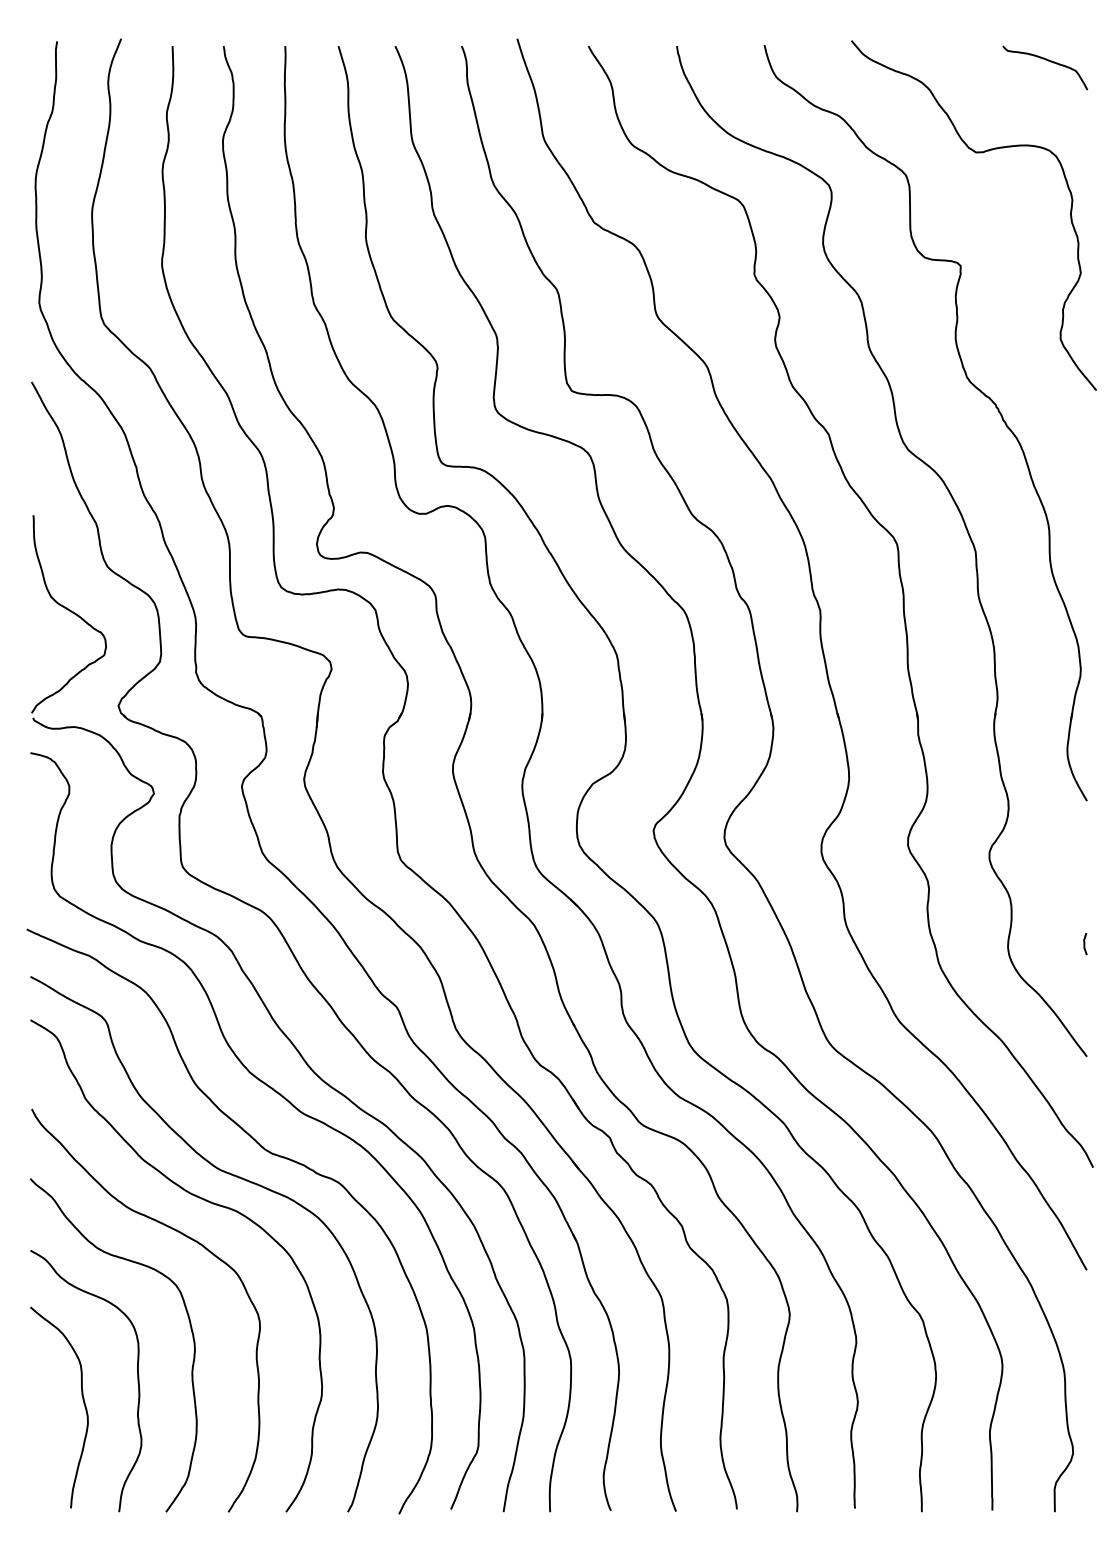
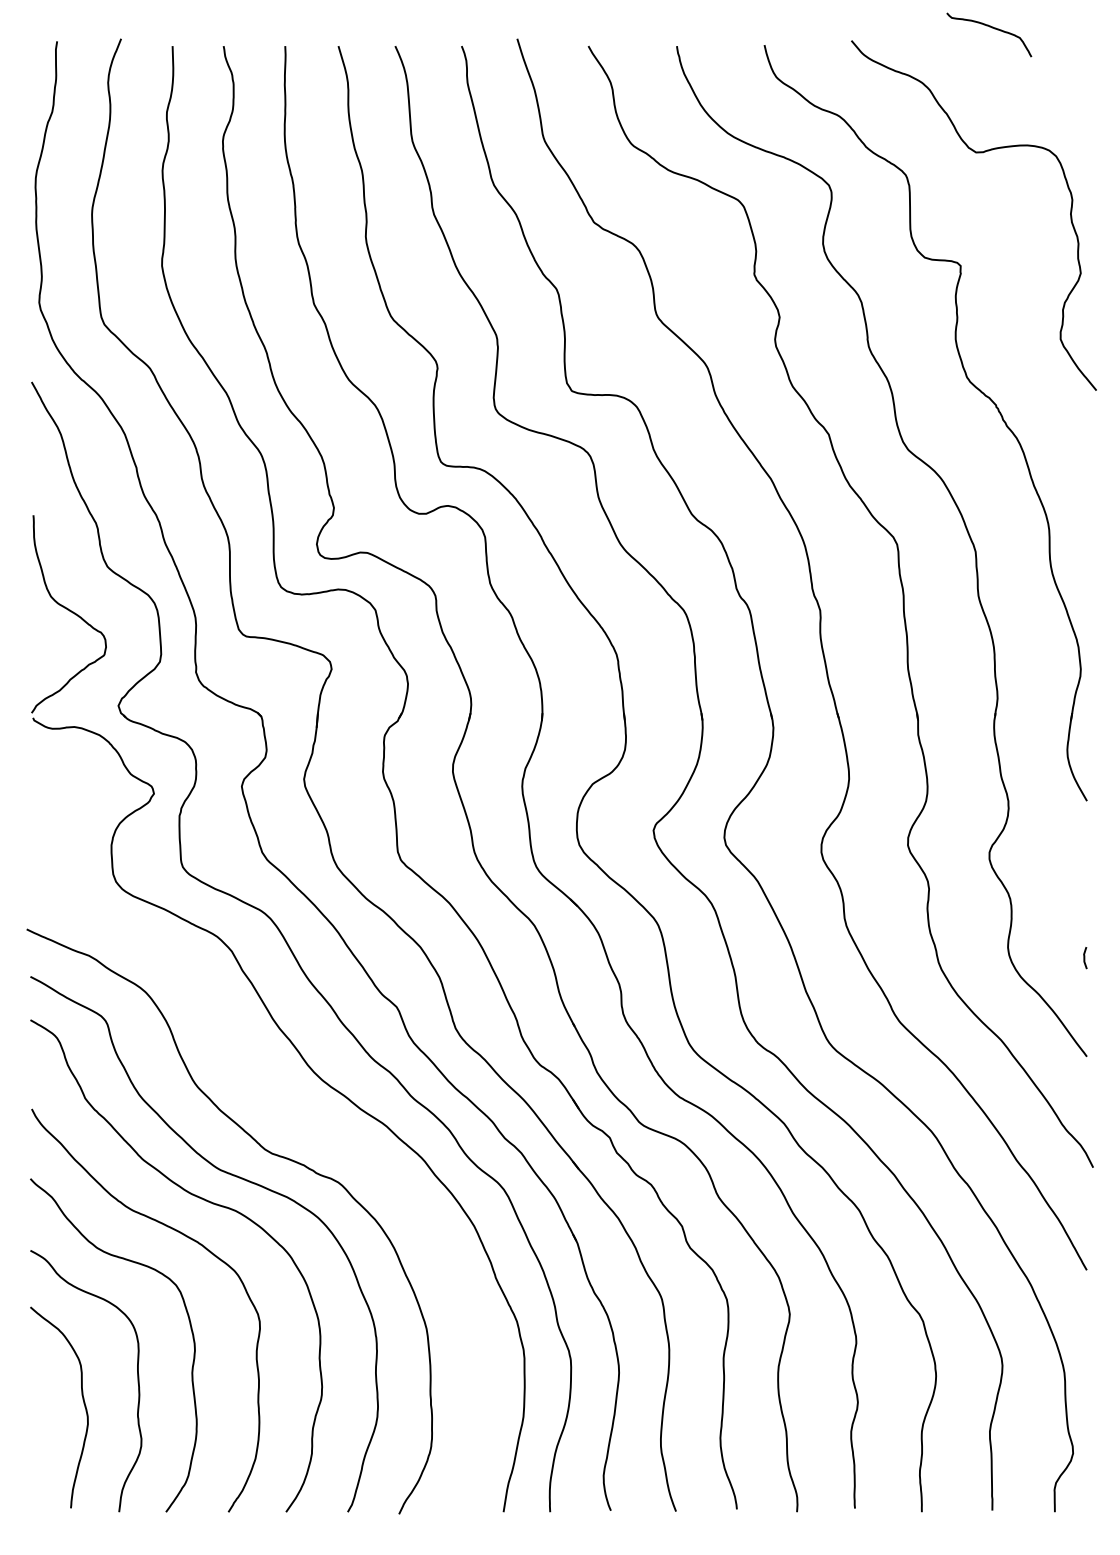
curve at (1048, 61) position: (1048, 61) -> (992, 28)
curve at (1085, 944) position: (1085, 944) -> (1085, 958)
curve at (285, 1100): present -> none
